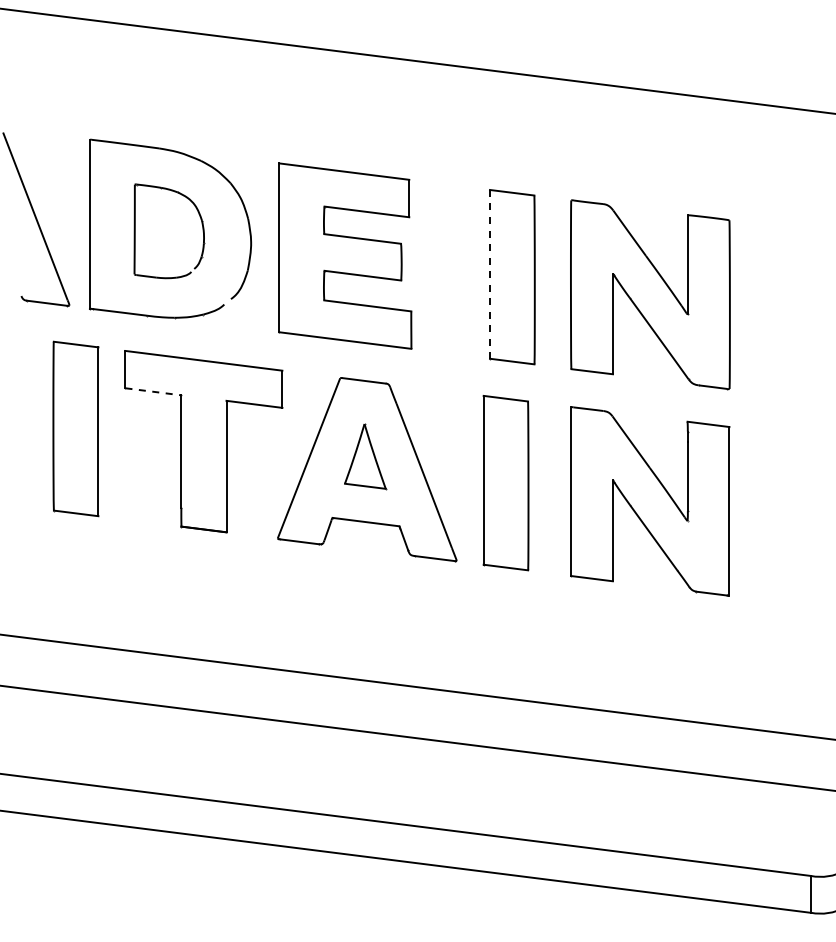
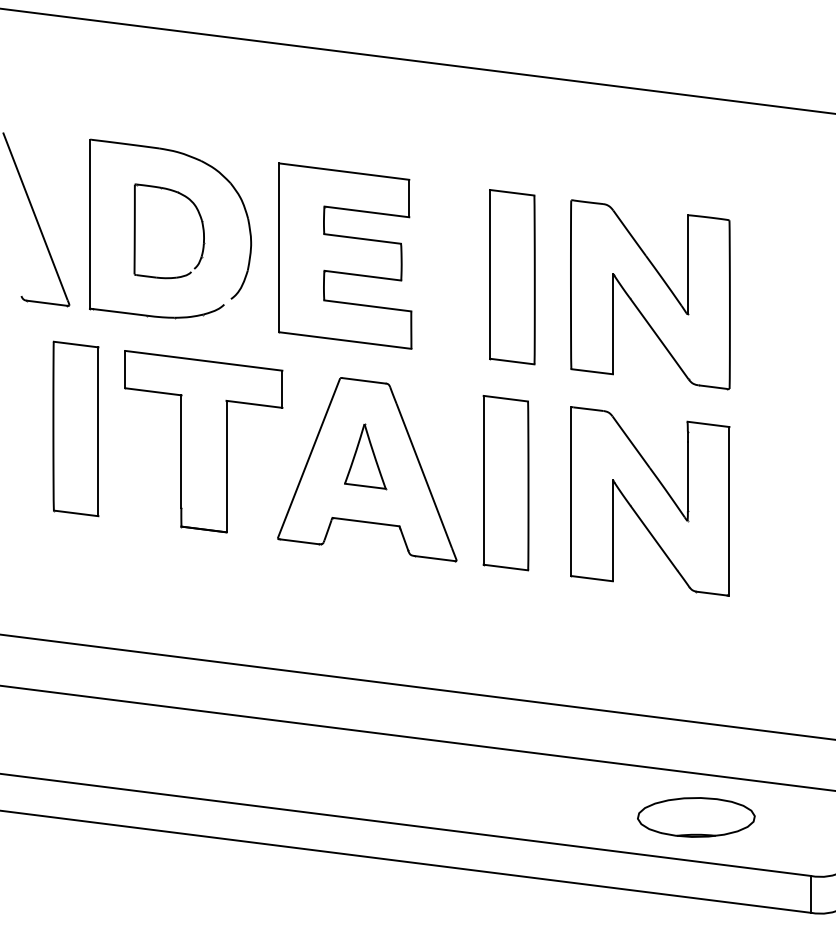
line at (489, 274): dashed -> solid
line at (153, 391): dashed -> solid
part at (696, 817): none -> present
